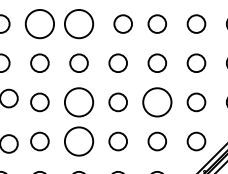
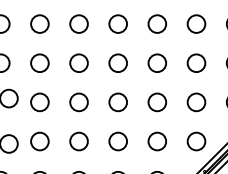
circle at (39, 23) diameter: 28 px -> 18 px
circle at (78, 23) diameter: 28 px -> 18 px
circle at (122, 23) position: (122, 23) -> (117, 23)
circle at (78, 102) diameter: 28 px -> 18 px
circle at (157, 102) diameter: 28 px -> 18 px
circle at (78, 141) diameter: 28 px -> 18 px
